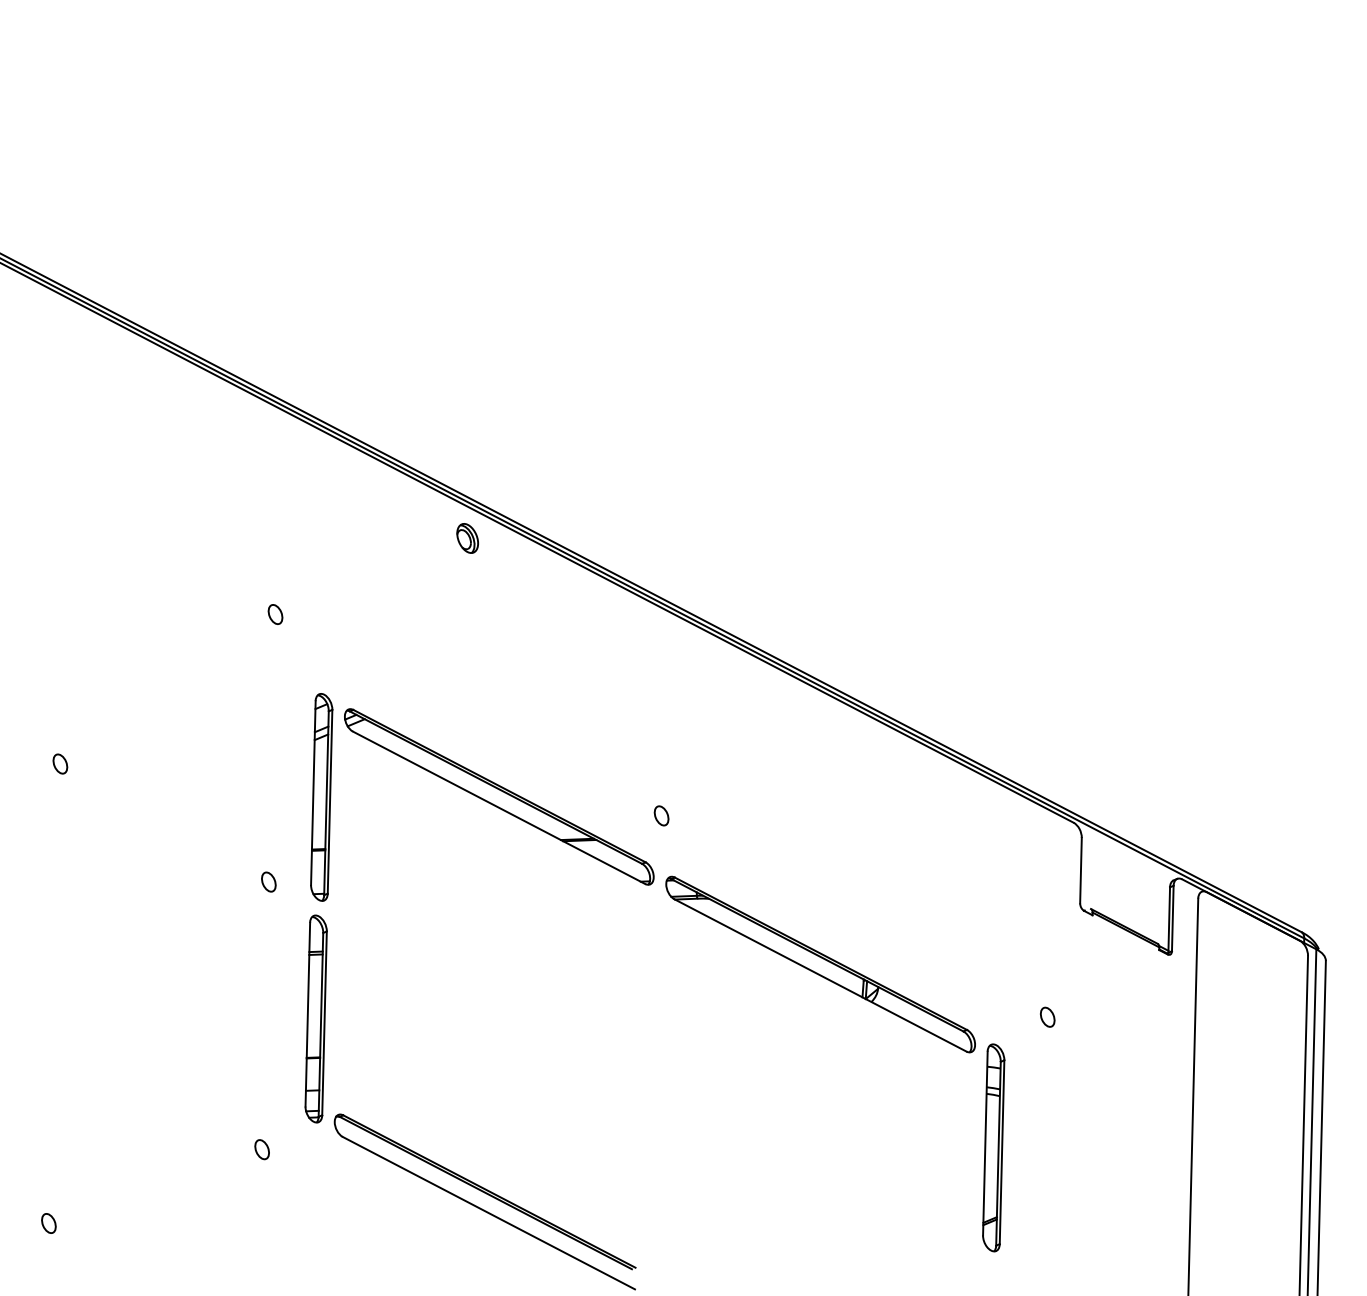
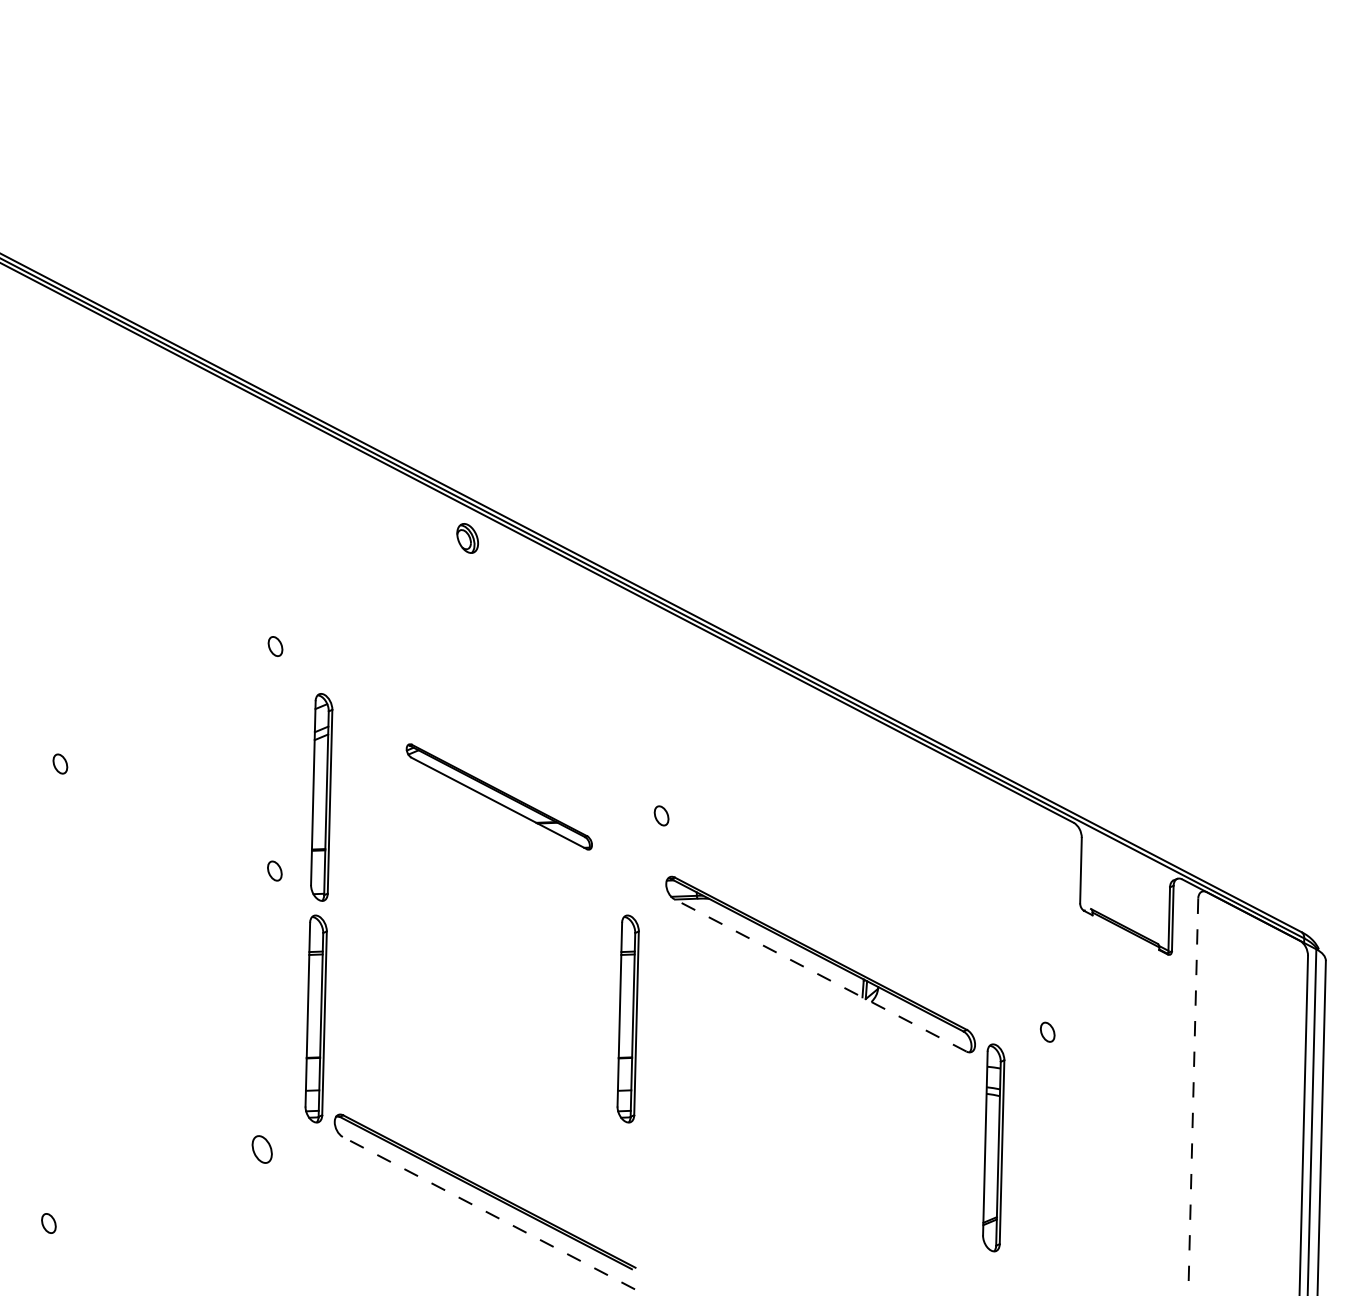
part at (275, 614) position: (275, 614) -> (275, 646)
part at (499, 796) size: 311x178 px -> 188x108 px
part at (268, 881) position: (268, 881) -> (274, 870)
line at (820, 975): solid -> dashed
part at (1047, 1016) position: (1047, 1016) -> (1047, 1031)
part at (627, 1018): none -> present
line at (1193, 1097): solid -> dashed
part at (261, 1149) size: 16x22 px -> 22x29 px
line at (488, 1213): solid -> dashed
